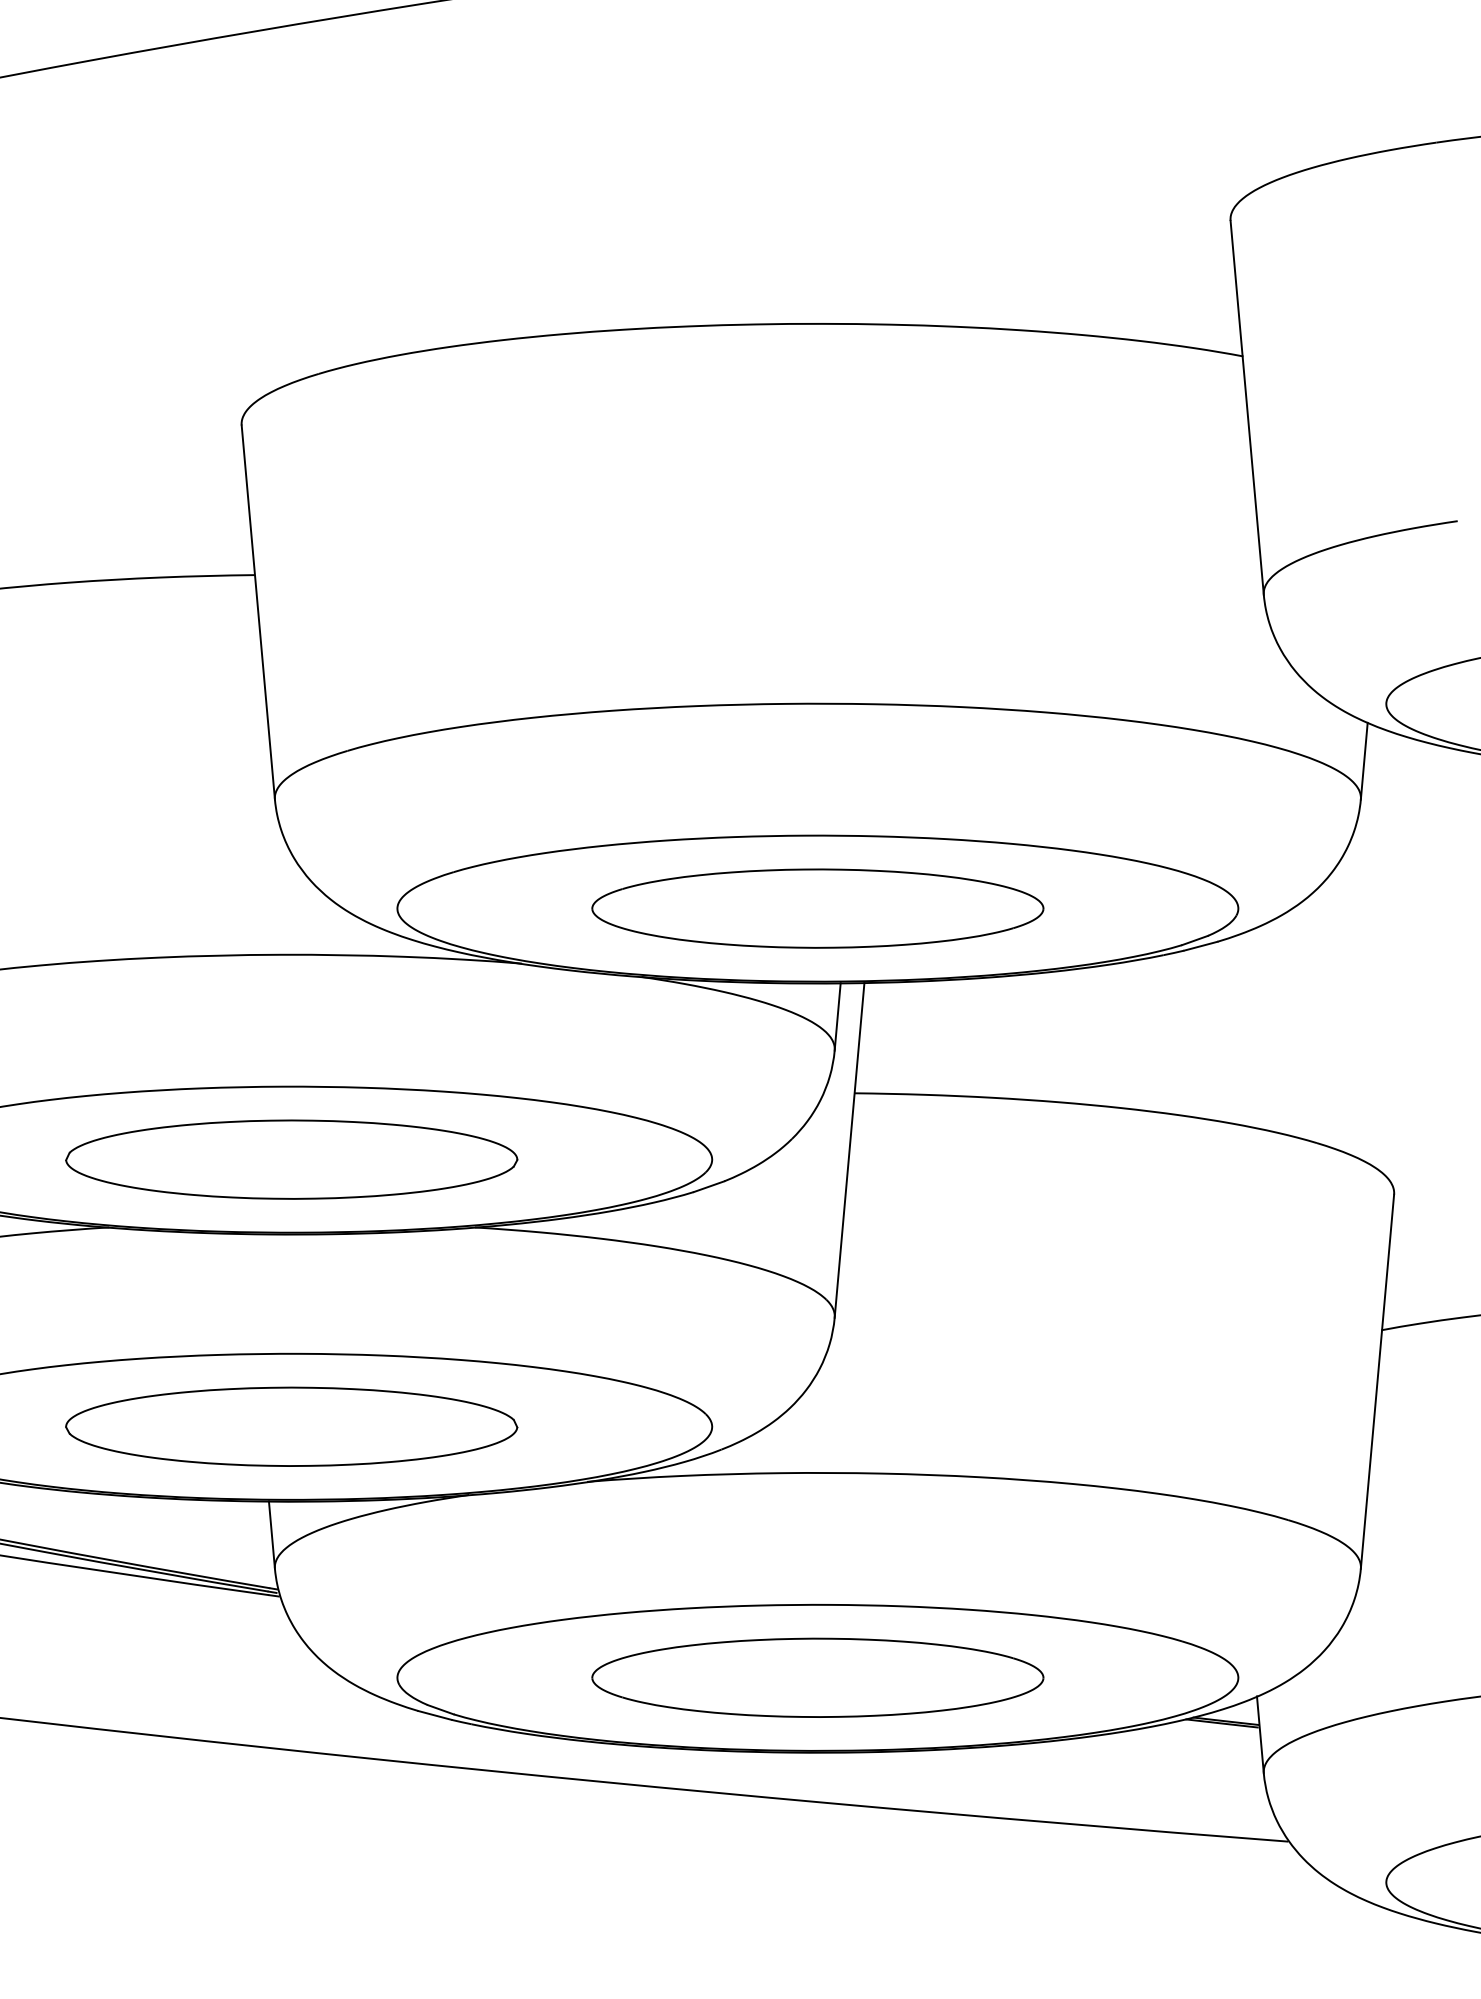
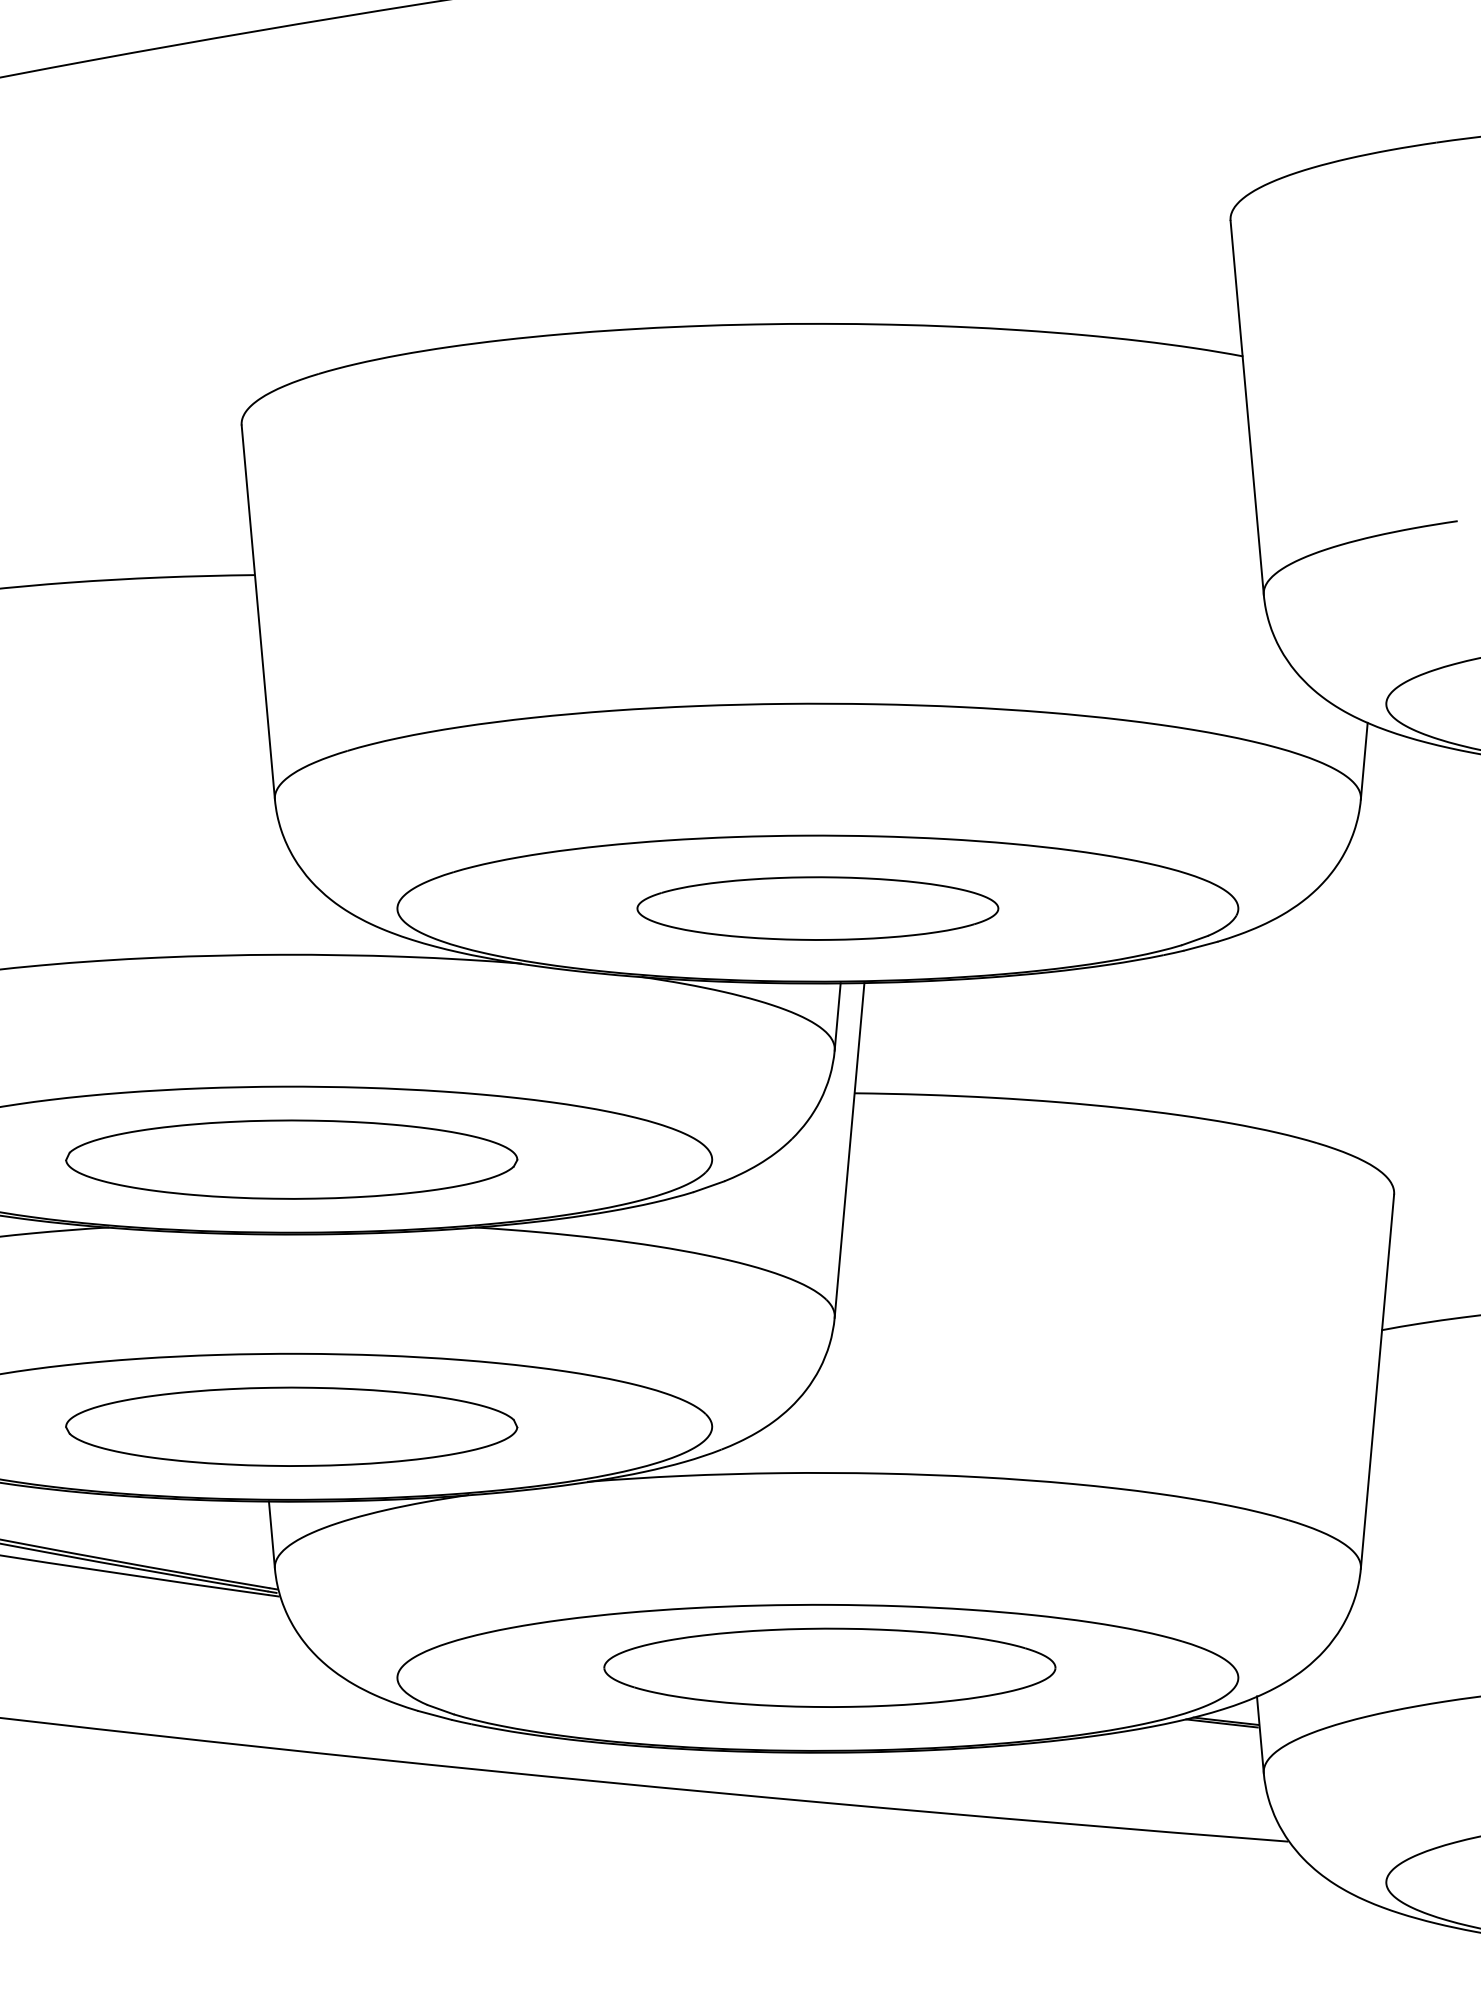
part at (817, 908) size: 454x81 px -> 364x65 px
part at (817, 1677) position: (817, 1677) -> (829, 1667)
